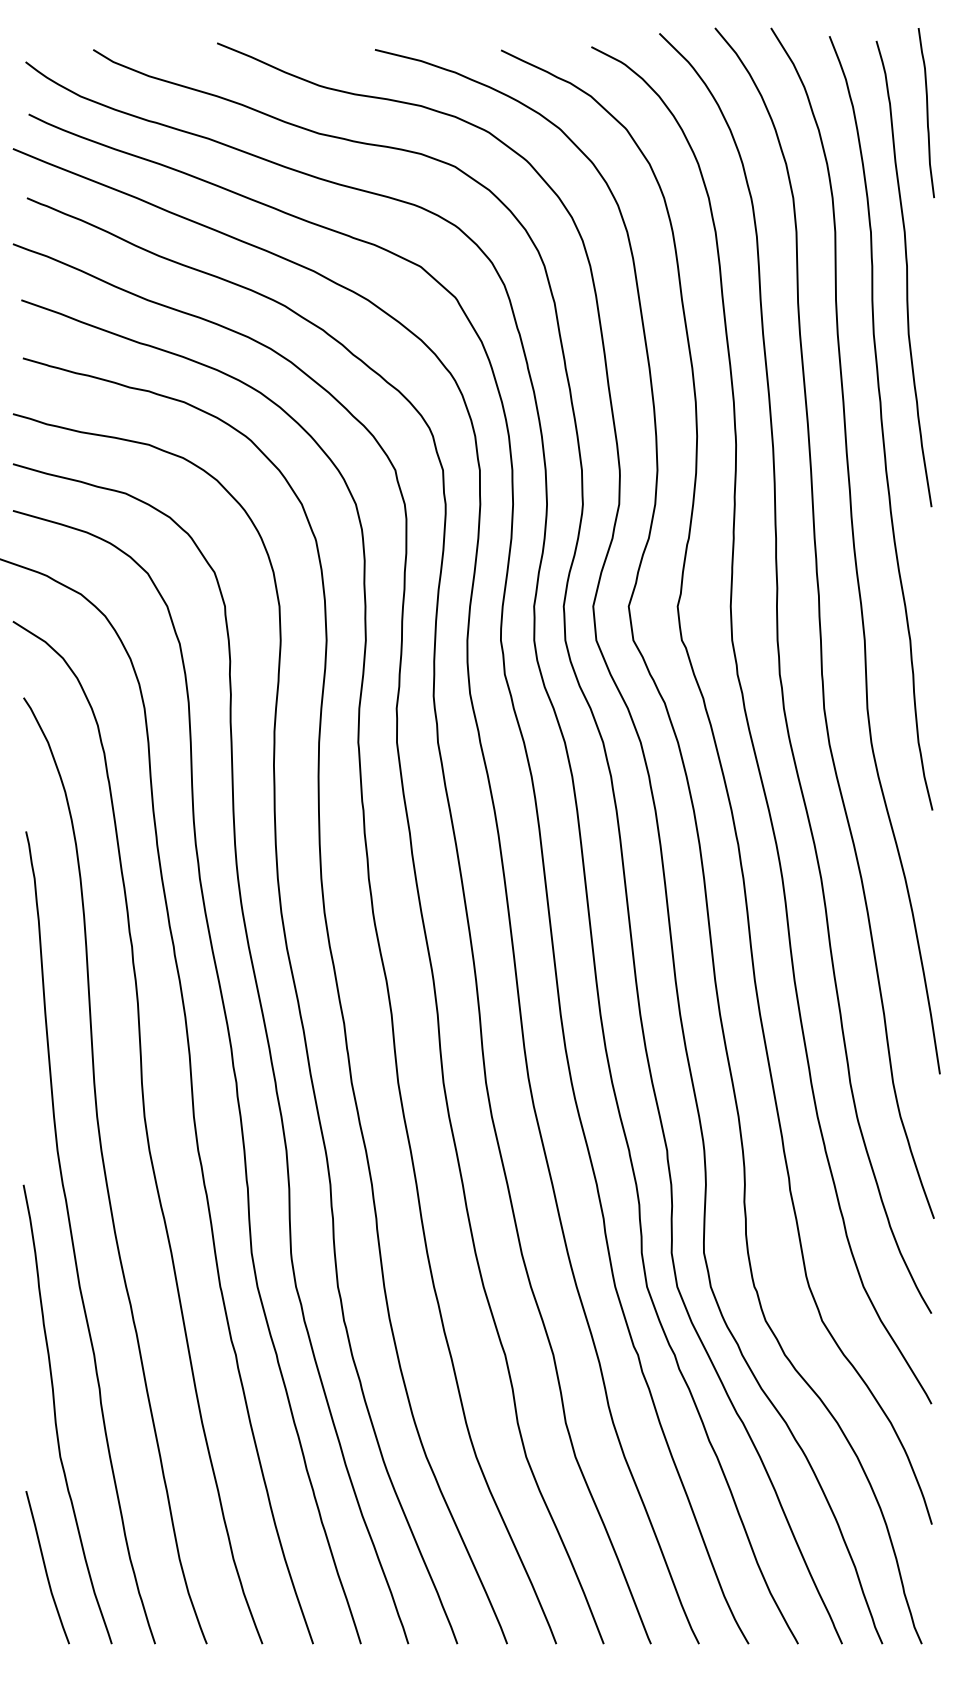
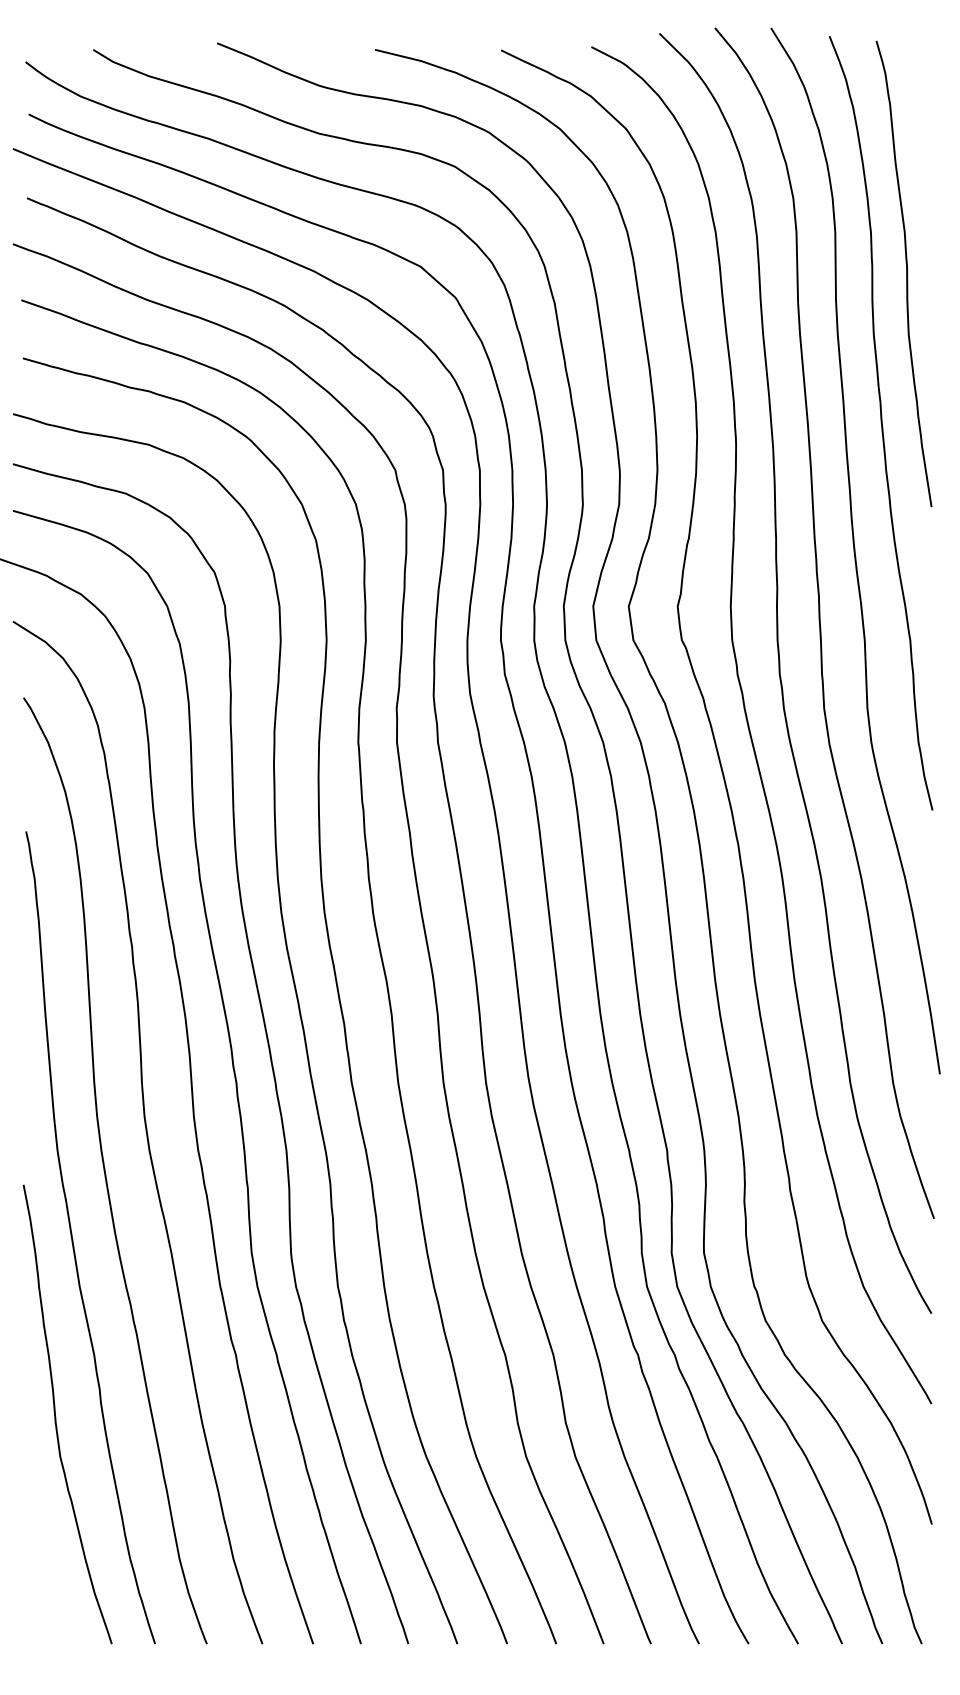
curve at (926, 113): present -> none
curve at (46, 1567): present -> none
